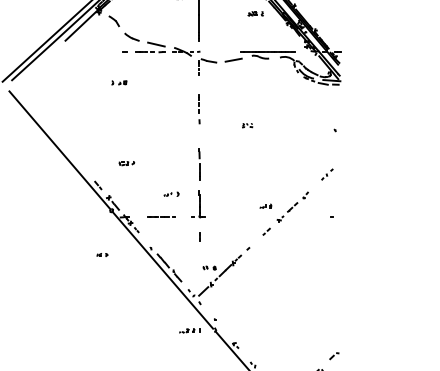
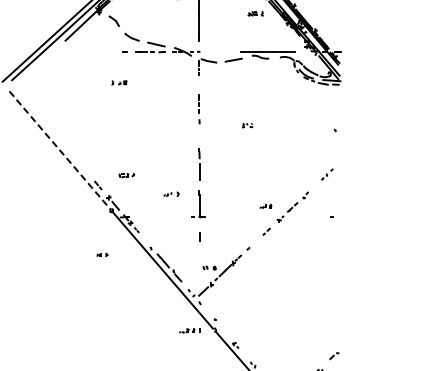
line at (59, 150): solid -> dashed
part at (126, 163) position: (126, 163) -> (126, 175)
line at (161, 216): present -> none
